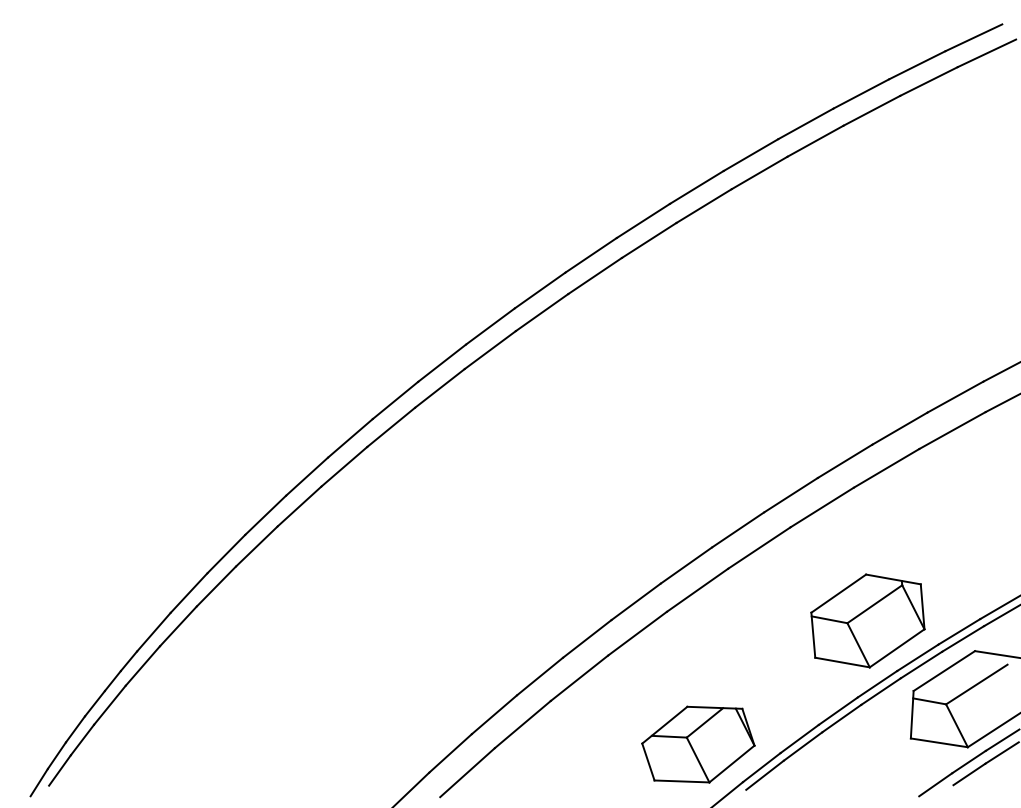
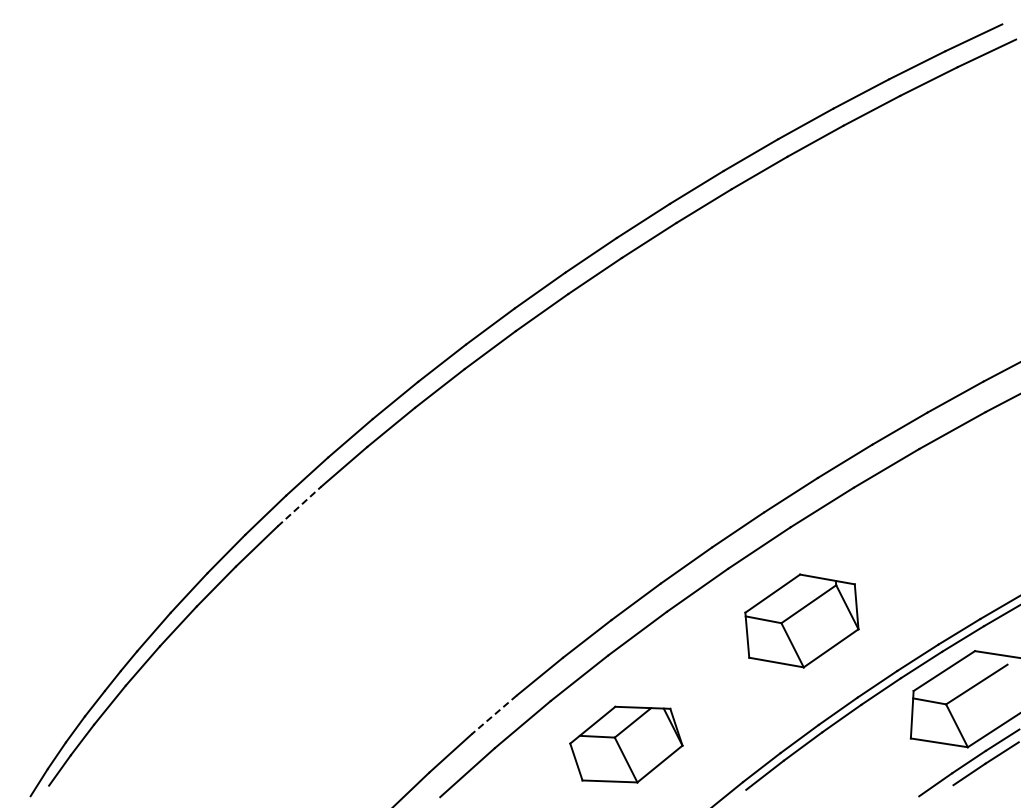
line at (299, 506): solid -> dashed
part at (867, 620) position: (867, 620) -> (801, 620)
line at (494, 714): solid -> dashed
part at (698, 744) position: (698, 744) -> (626, 744)
